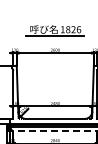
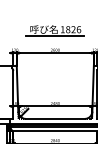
line at (52, 131): dashed -> solid
